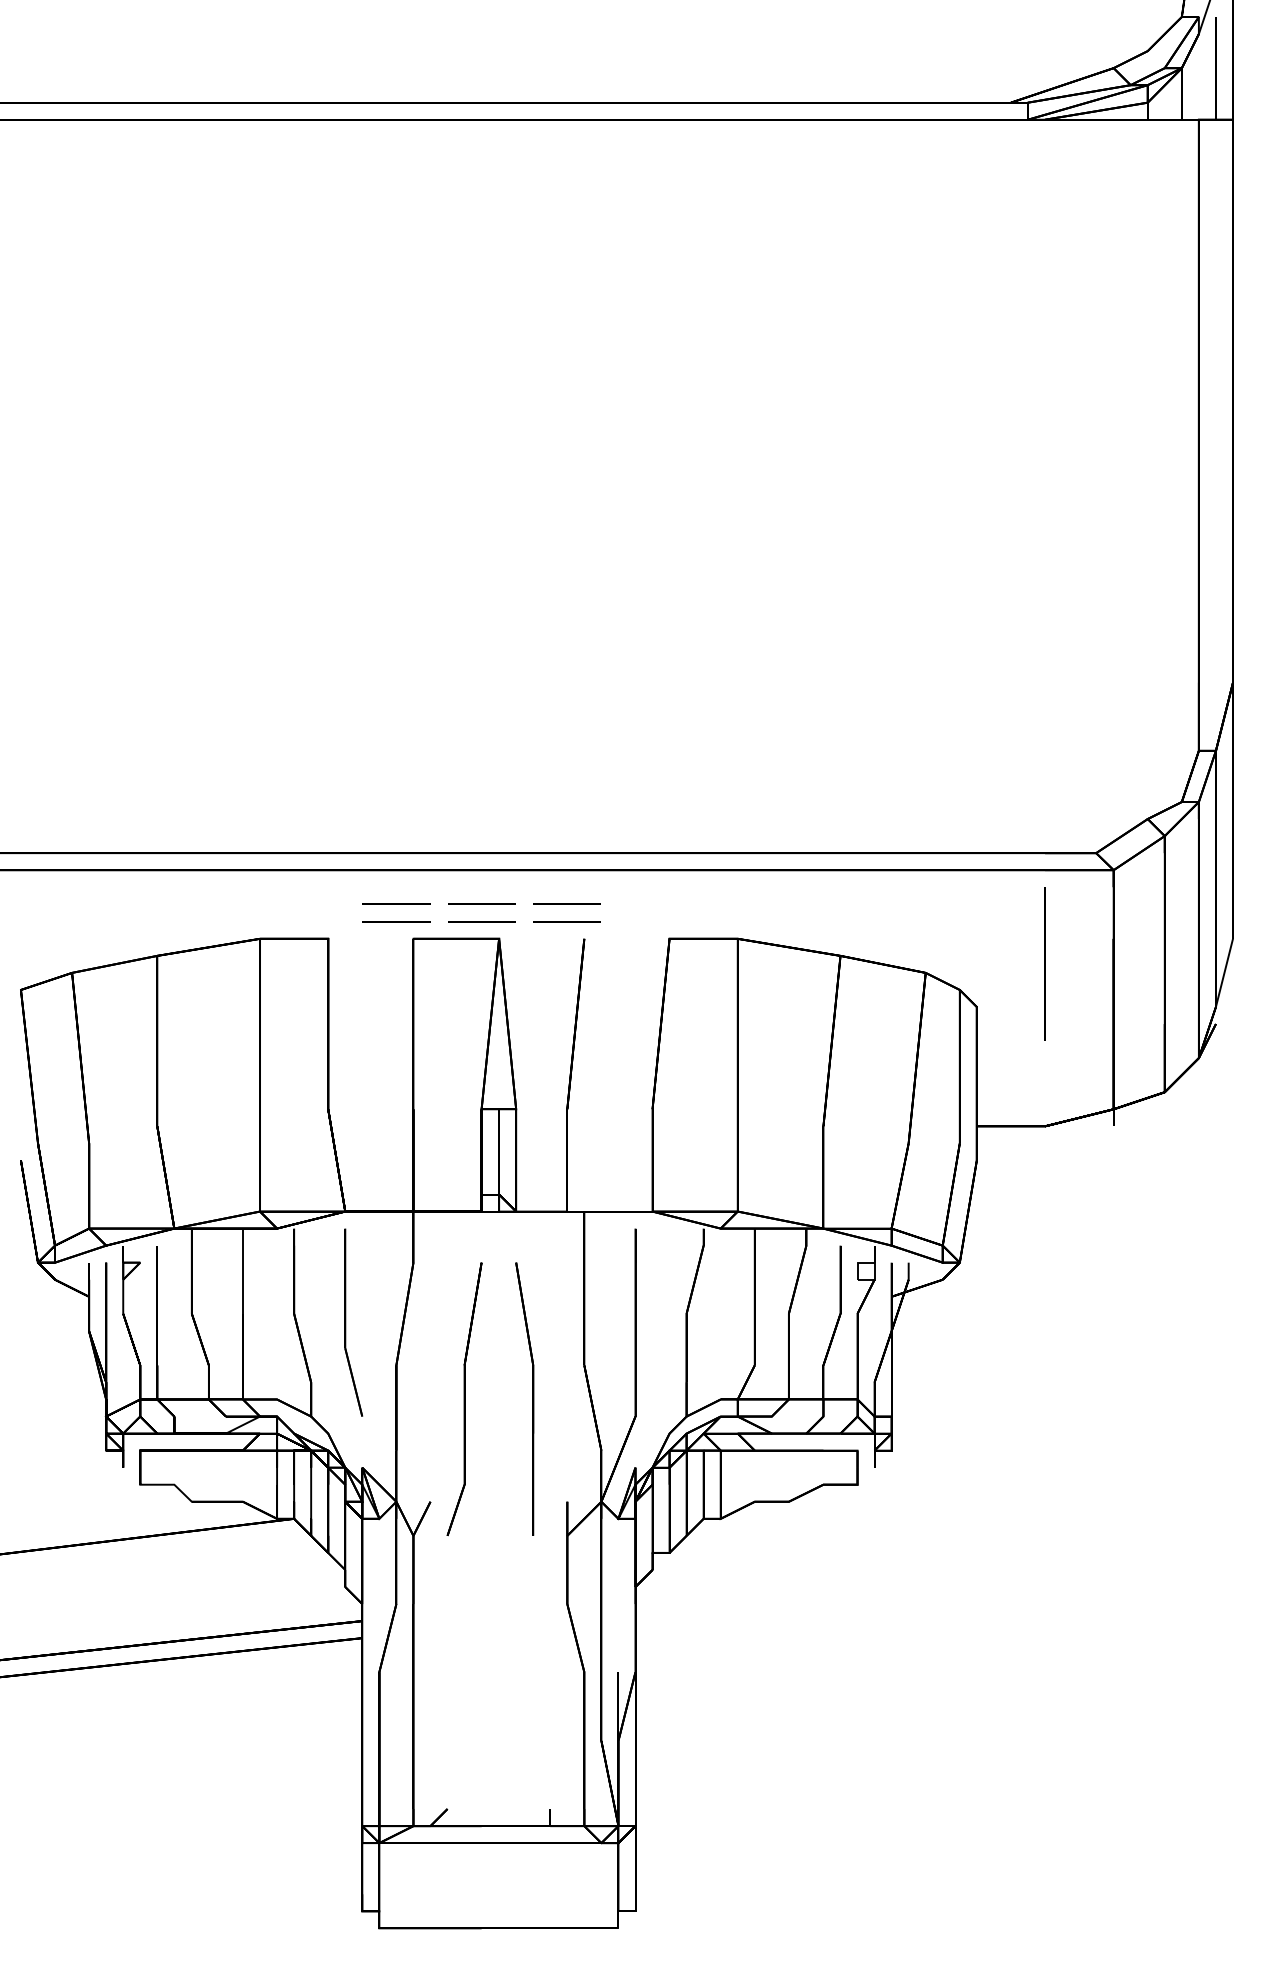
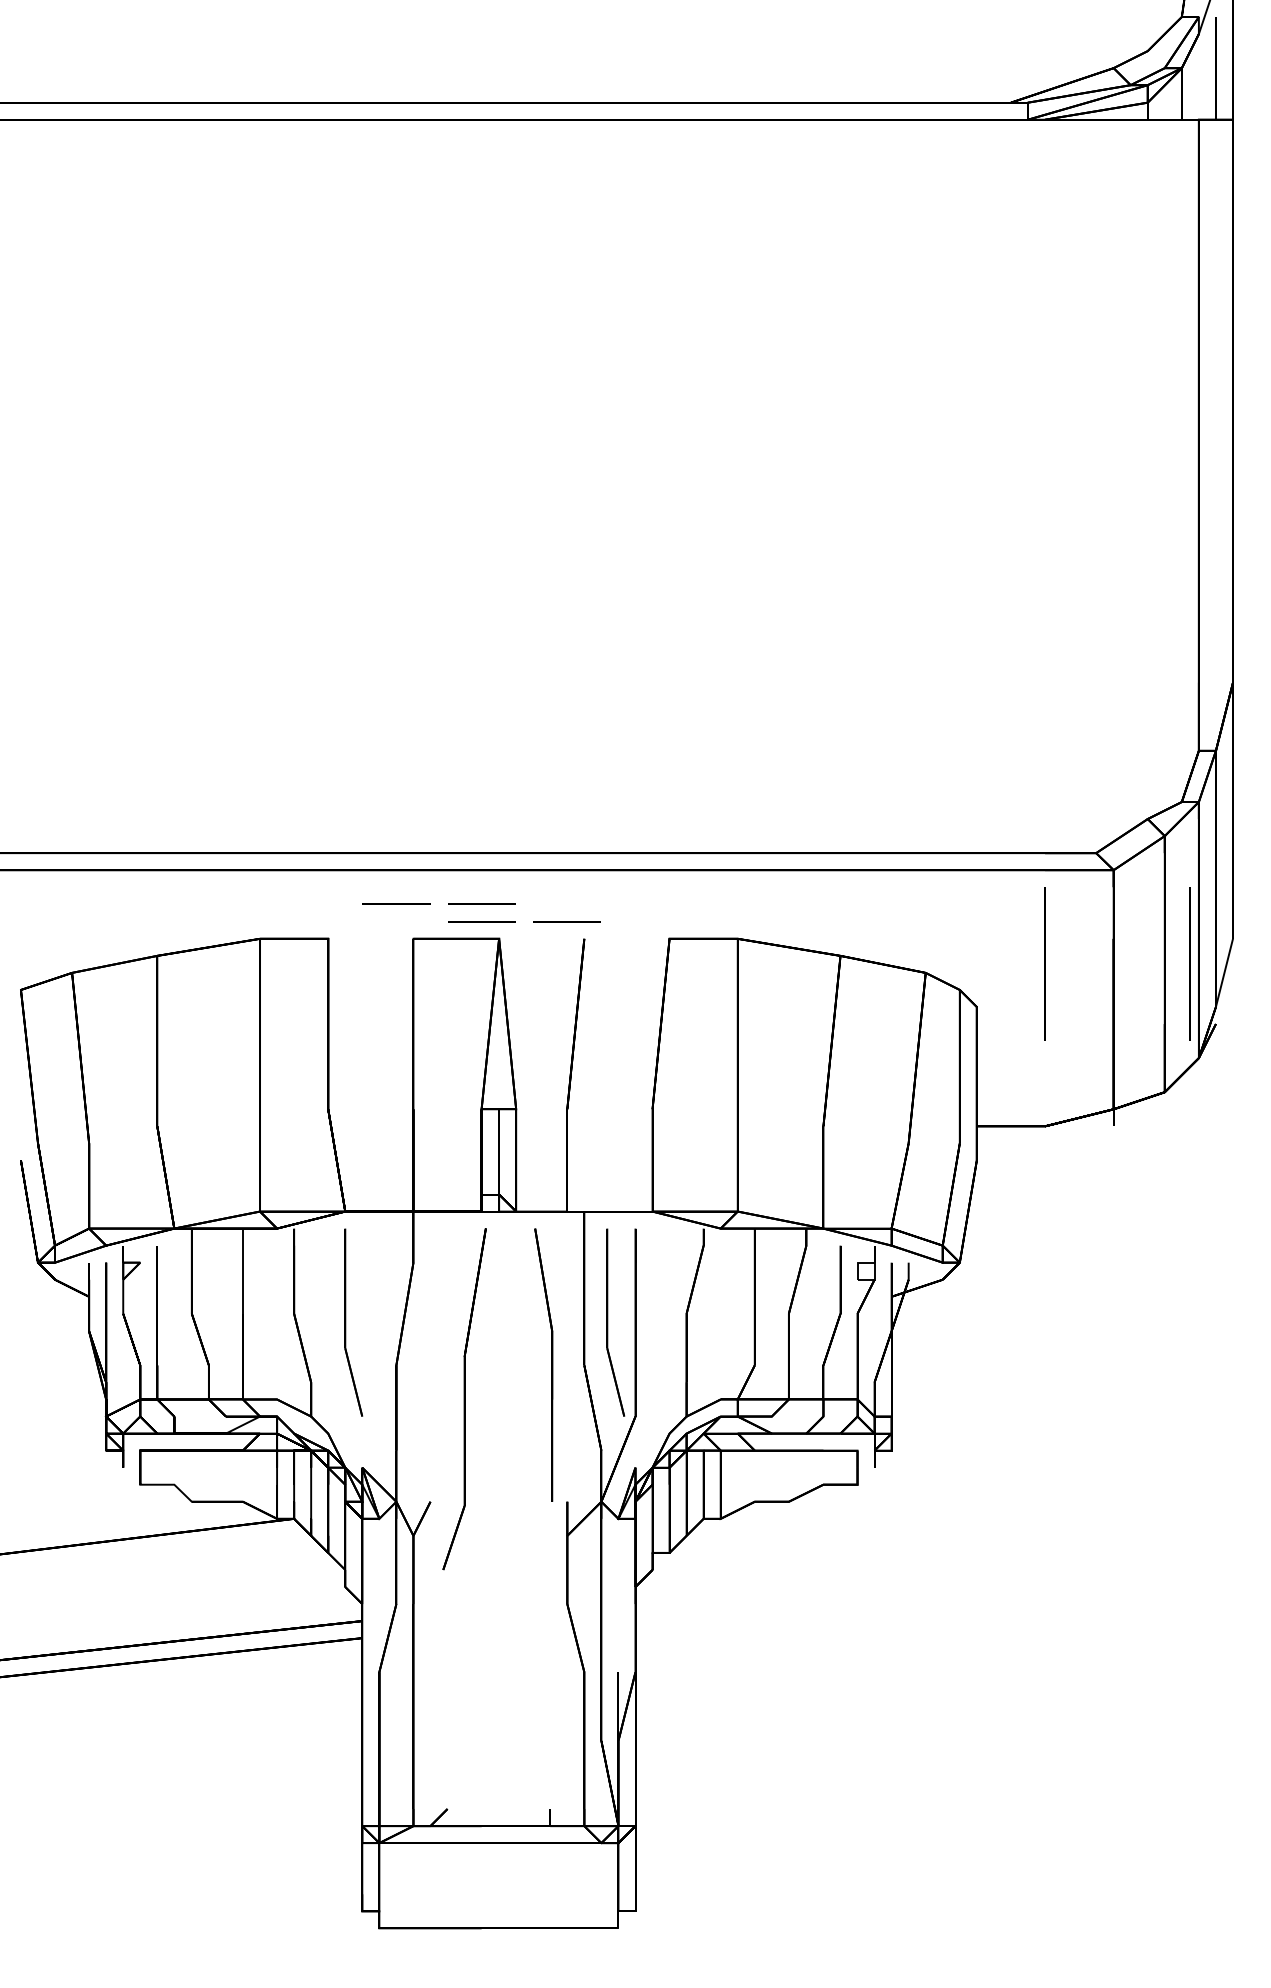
line at (566, 903): present -> none
line at (396, 921): present -> none
line at (1189, 963): none -> present
part at (608, 1322): none -> present
part at (532, 1398) position: (532, 1398) -> (551, 1364)
part at (464, 1399) size: 37x275 px -> 45x343 px
